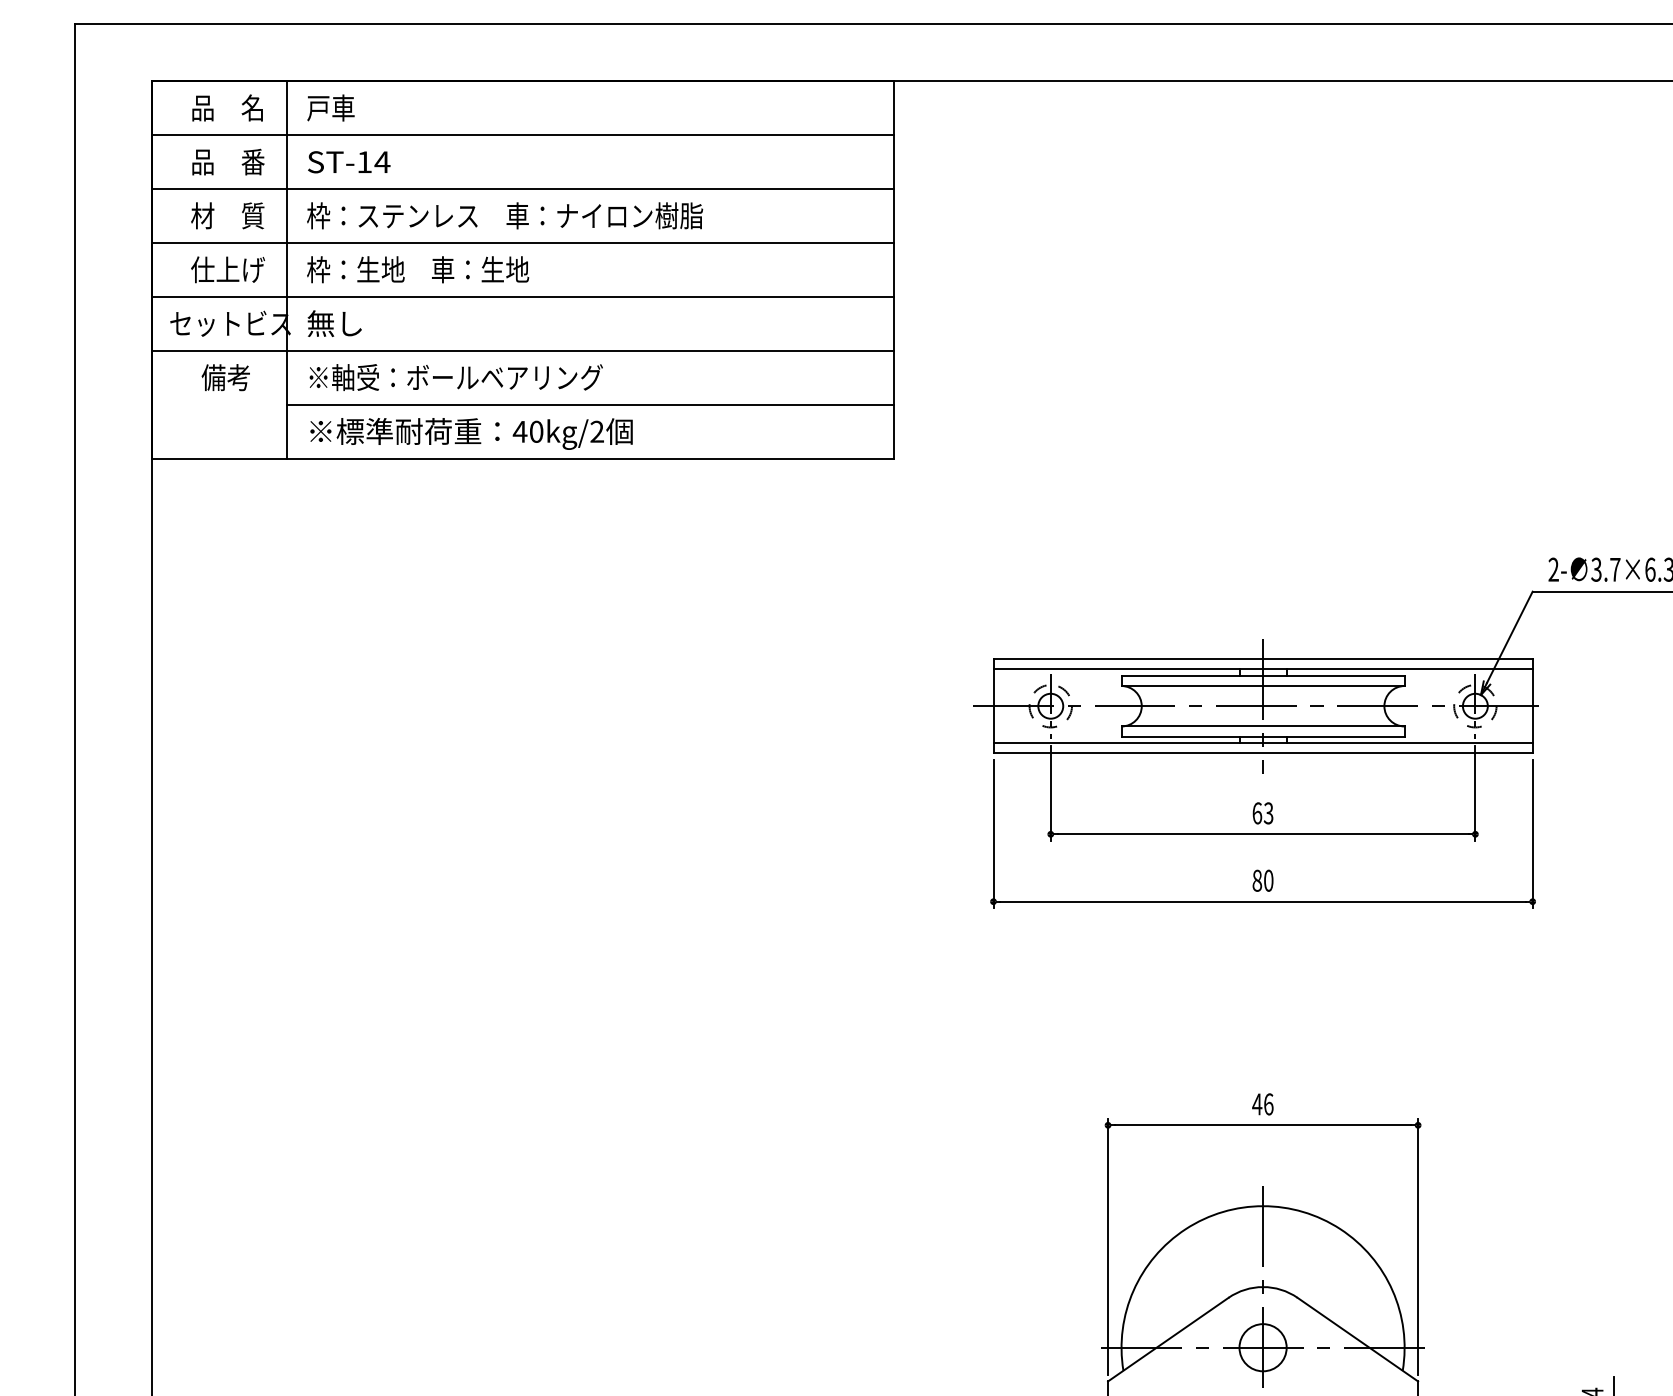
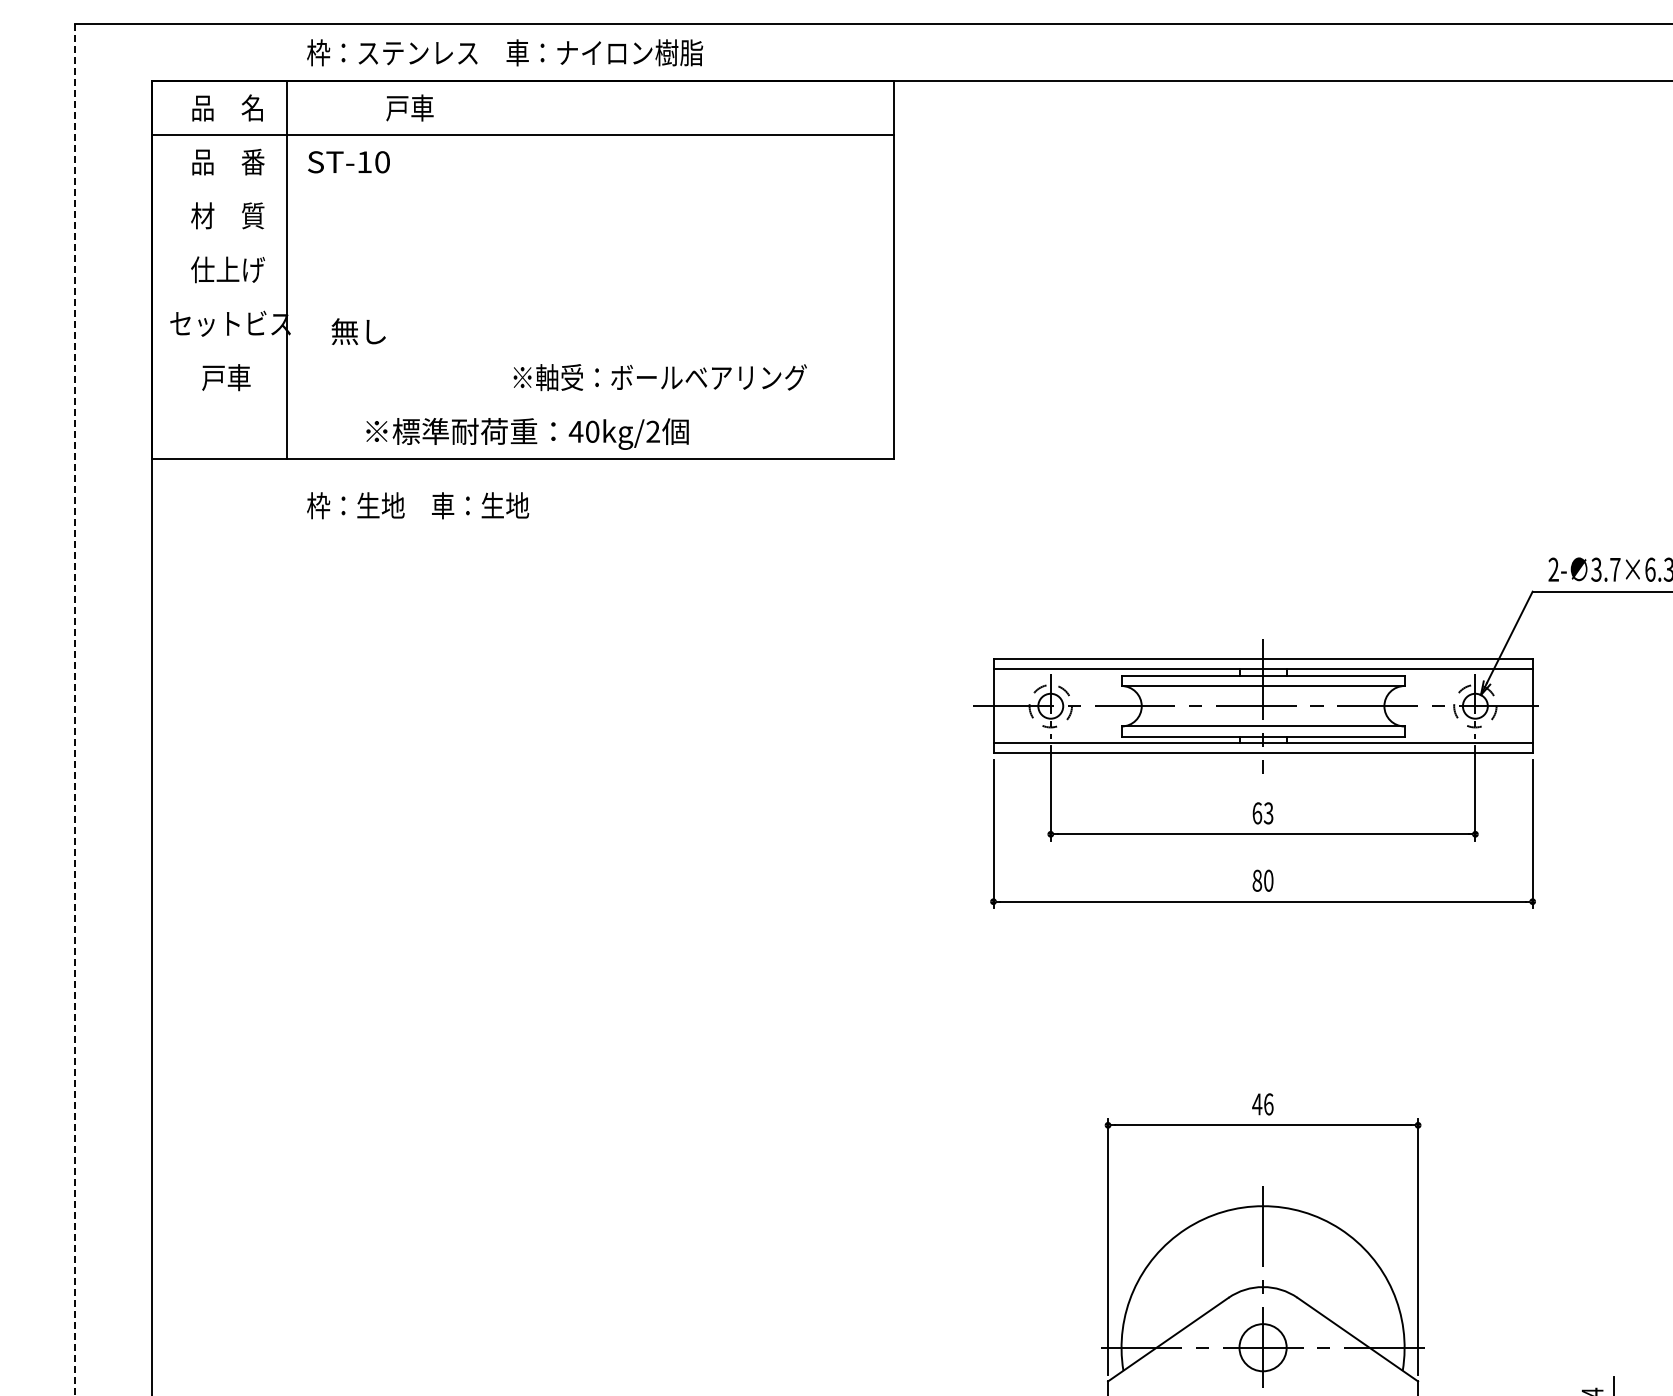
text at (330, 107) position: (330, 107) -> (409, 107)
text at (382, 162): ST-14 -> ST-10
line at (522, 189): present -> none
text at (505, 215) position: (505, 215) -> (505, 52)
line at (522, 243): present -> none
text at (418, 269) position: (418, 269) -> (418, 505)
line at (522, 297): present -> none
text at (334, 323) position: (334, 323) -> (358, 331)
line at (522, 351): present -> none
text at (225, 377): 備考 -> 戸車
text at (455, 377) position: (455, 377) -> (659, 377)
line at (589, 404): present -> none
text at (471, 433) position: (471, 433) -> (527, 433)
line at (74, 710): solid -> dashed
